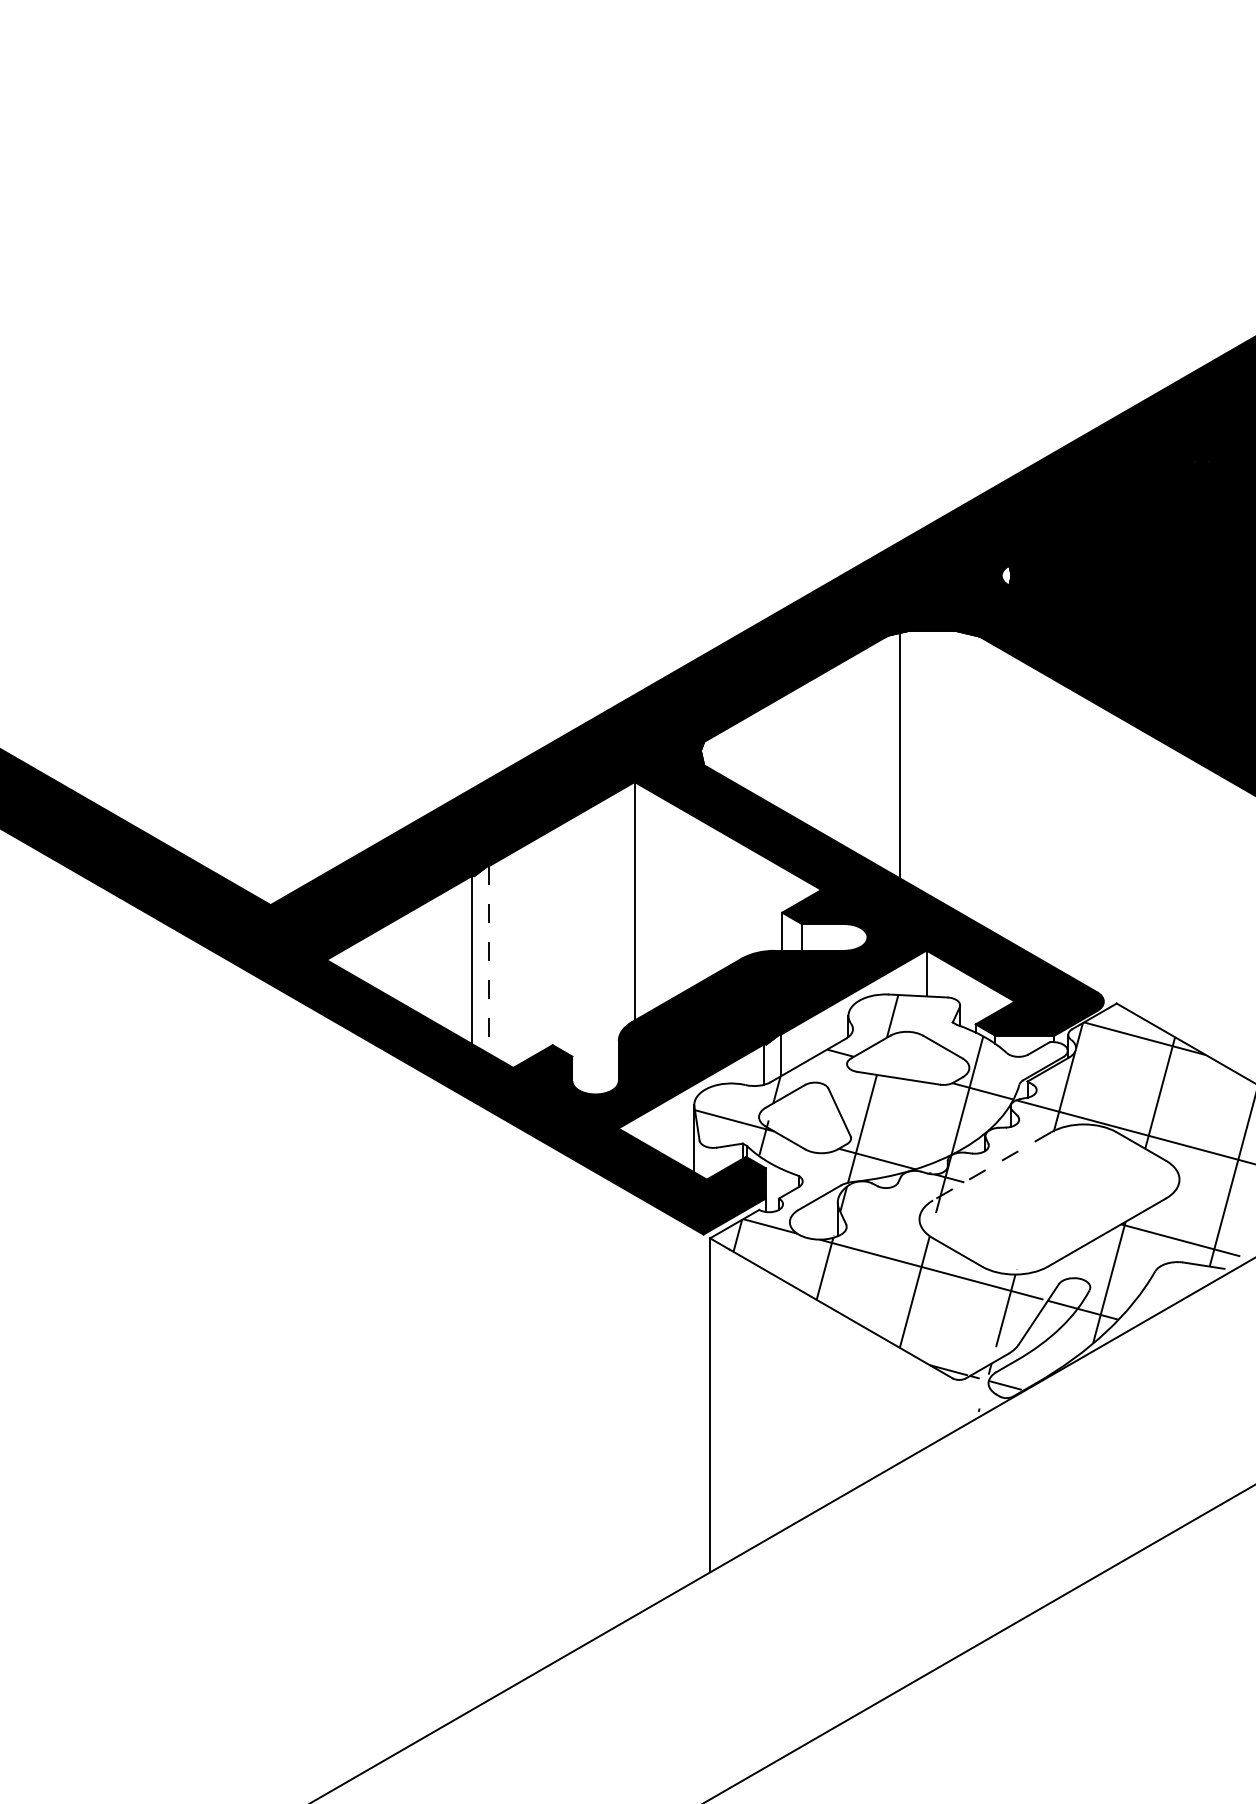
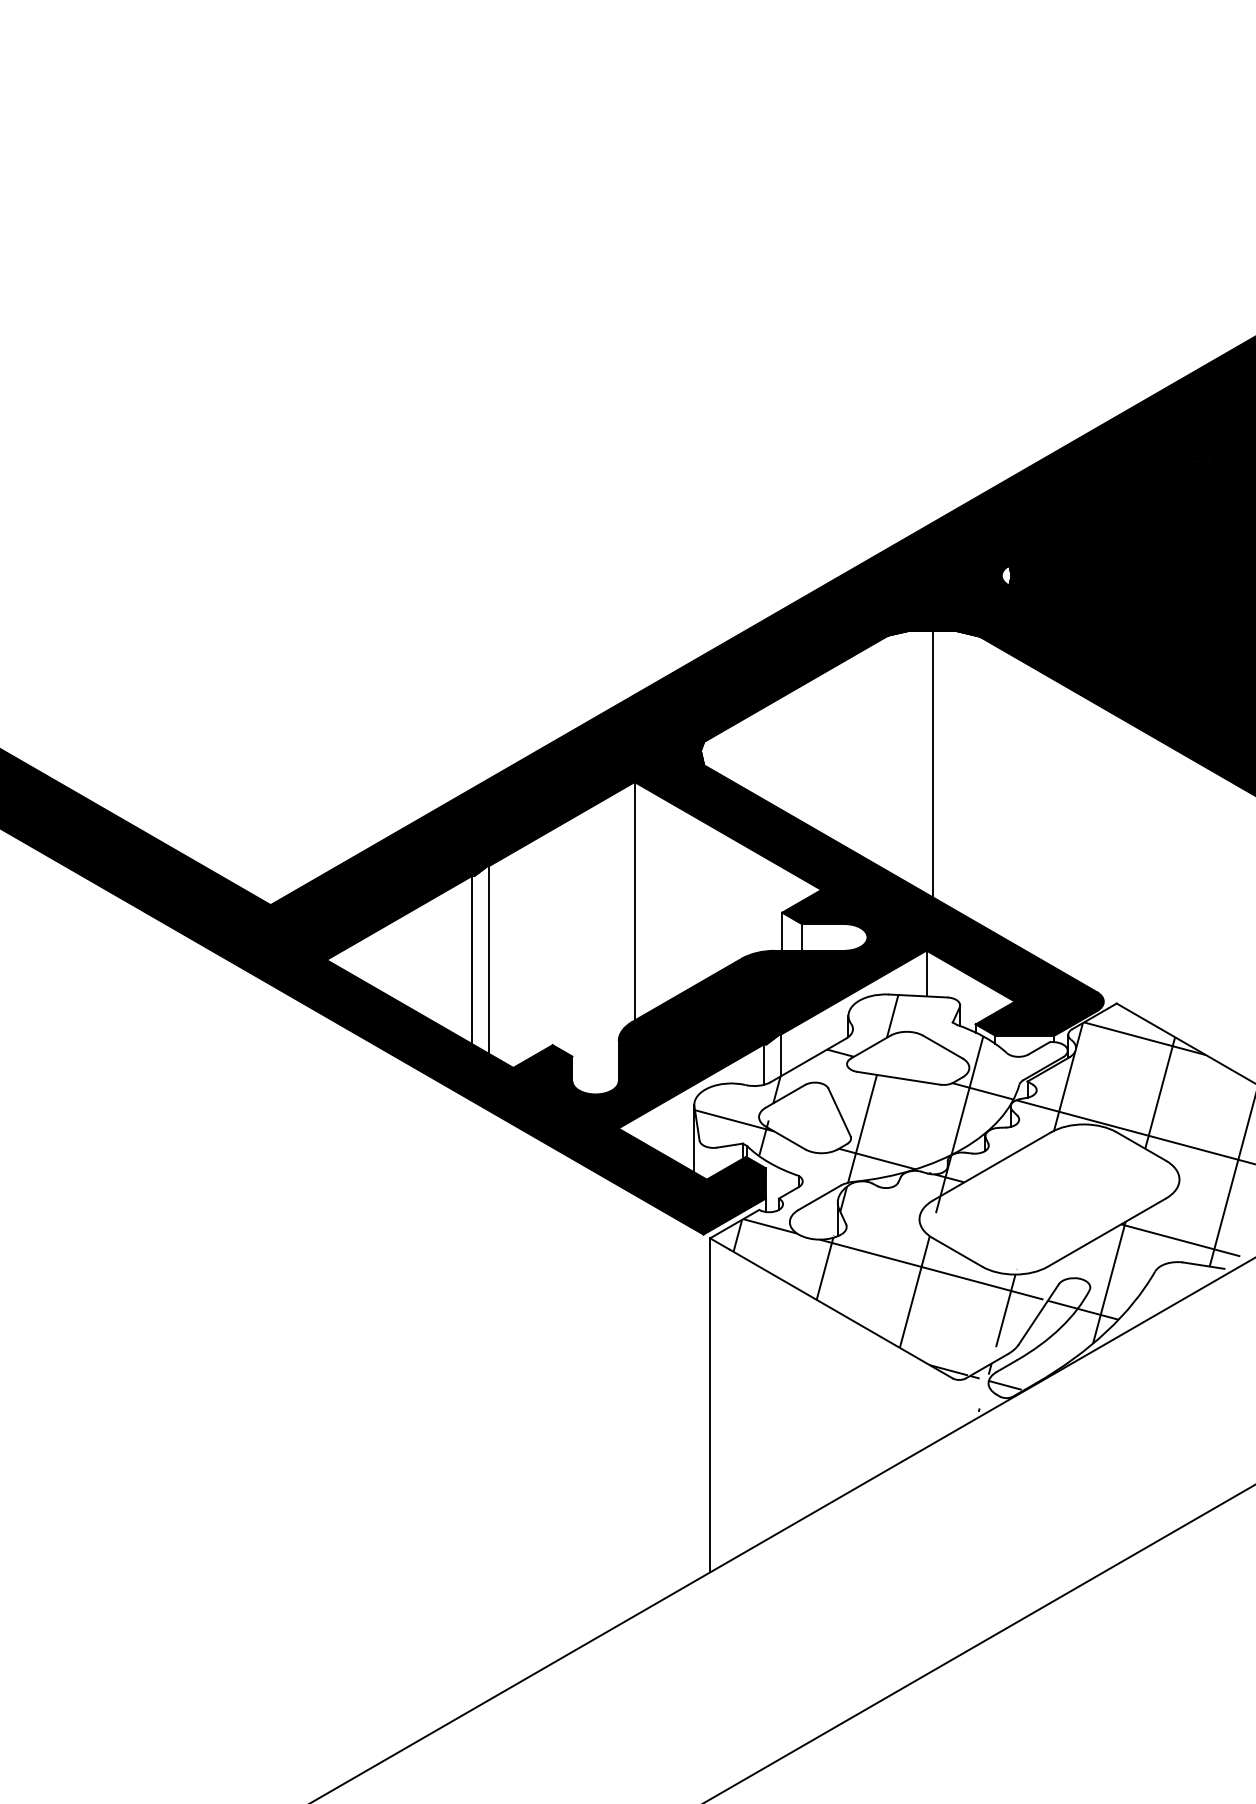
line at (900, 761) position: (900, 761) -> (933, 761)
line at (488, 960): dashed -> solid
line at (991, 1166): dashed -> solid
